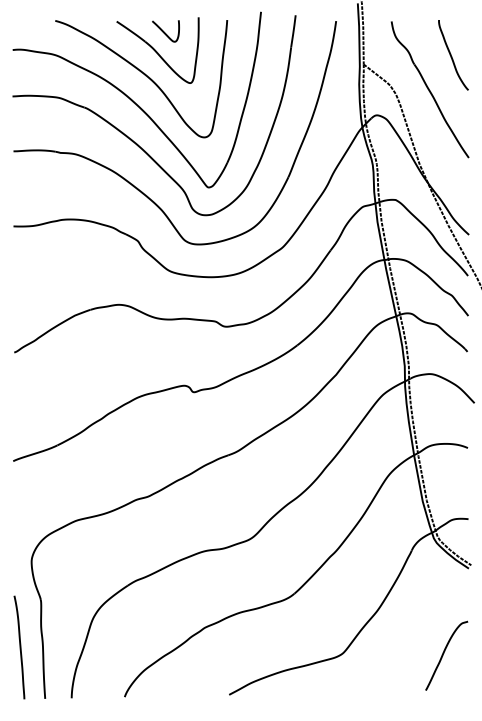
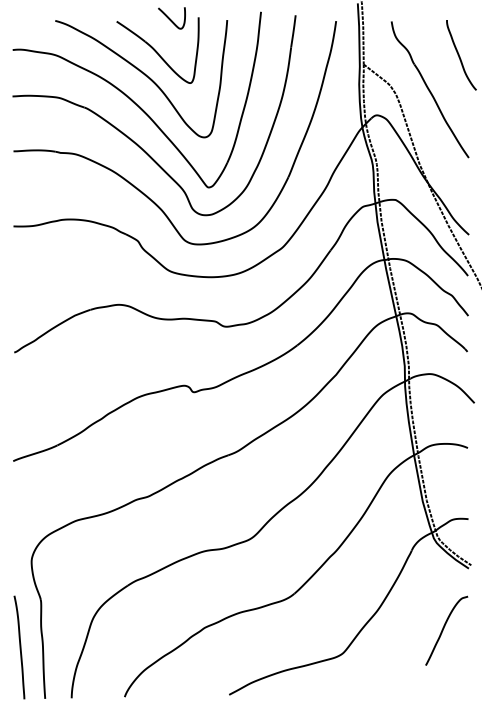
curve at (164, 31) position: (164, 31) -> (170, 18)
curve at (452, 56) position: (452, 56) -> (460, 56)
curve at (444, 653) position: (444, 653) -> (444, 628)
